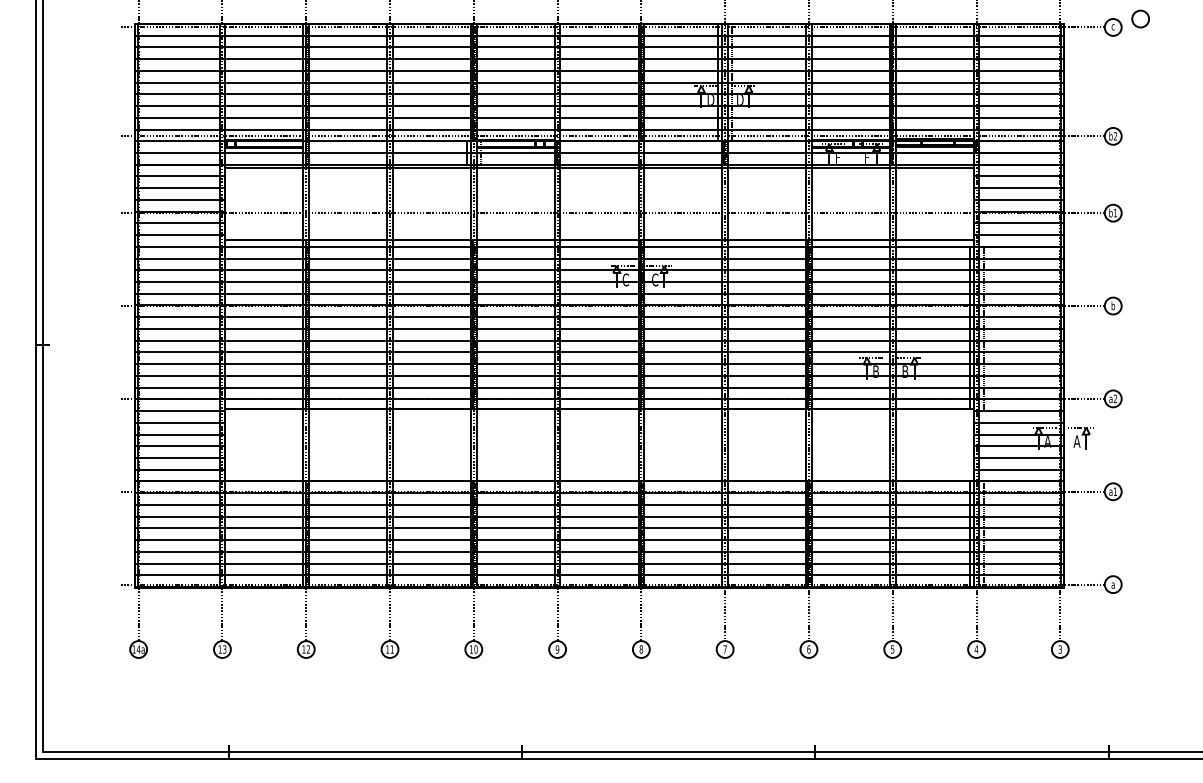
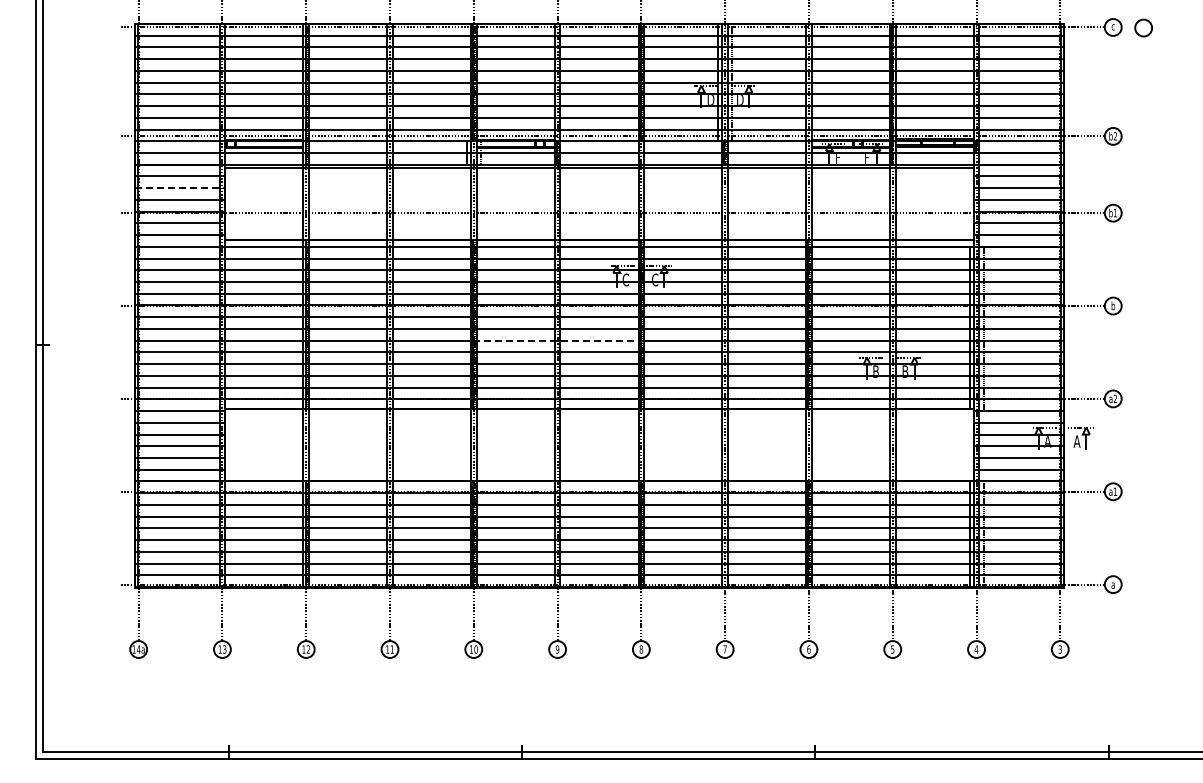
circle at (1140, 18) position: (1140, 18) -> (1143, 27)
line at (180, 188): solid -> dashed
line at (558, 340): solid -> dashed
